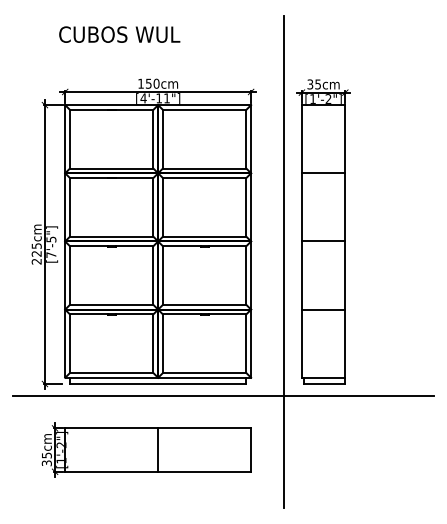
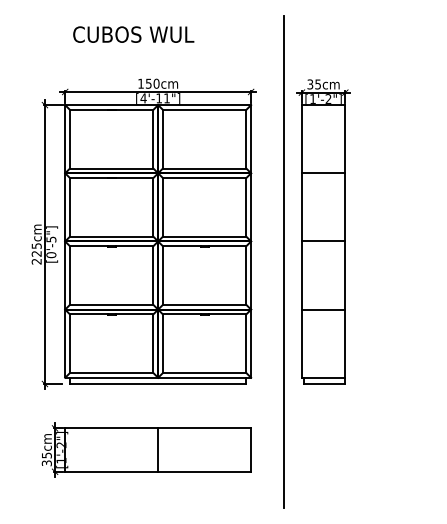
text at (119, 34) position: (119, 34) -> (133, 34)
text at (51, 255): [7'-5"] -> [0'-5"]
line at (223, 395): present -> none
